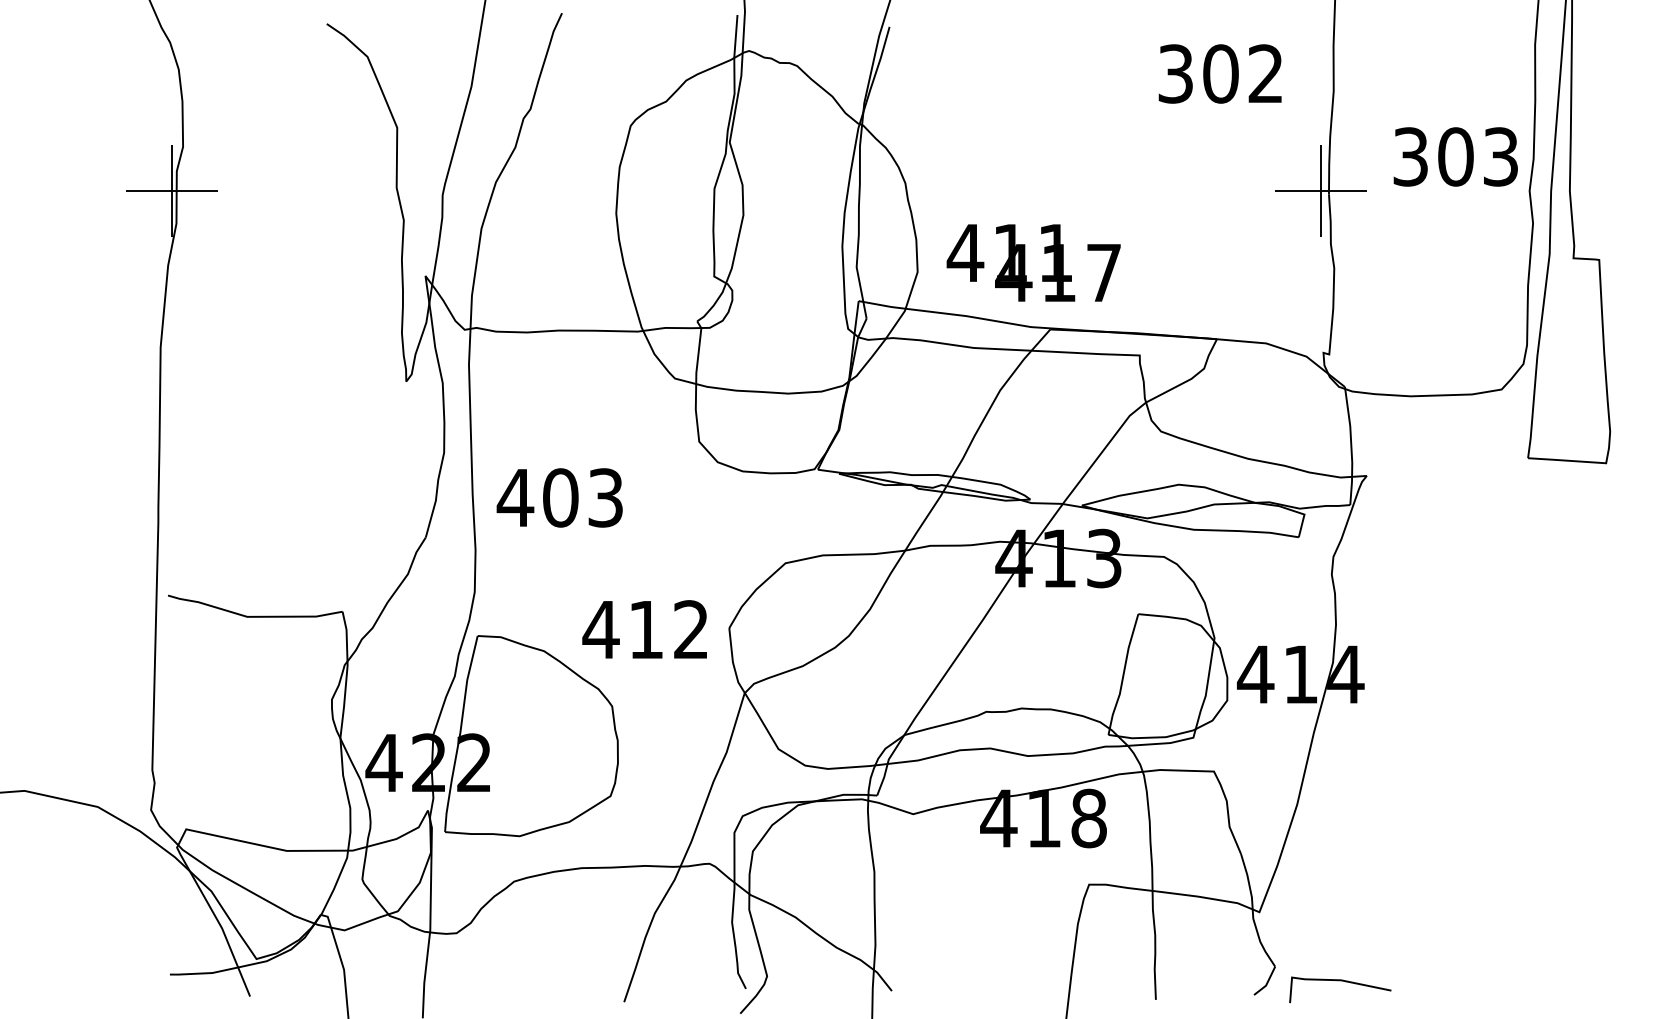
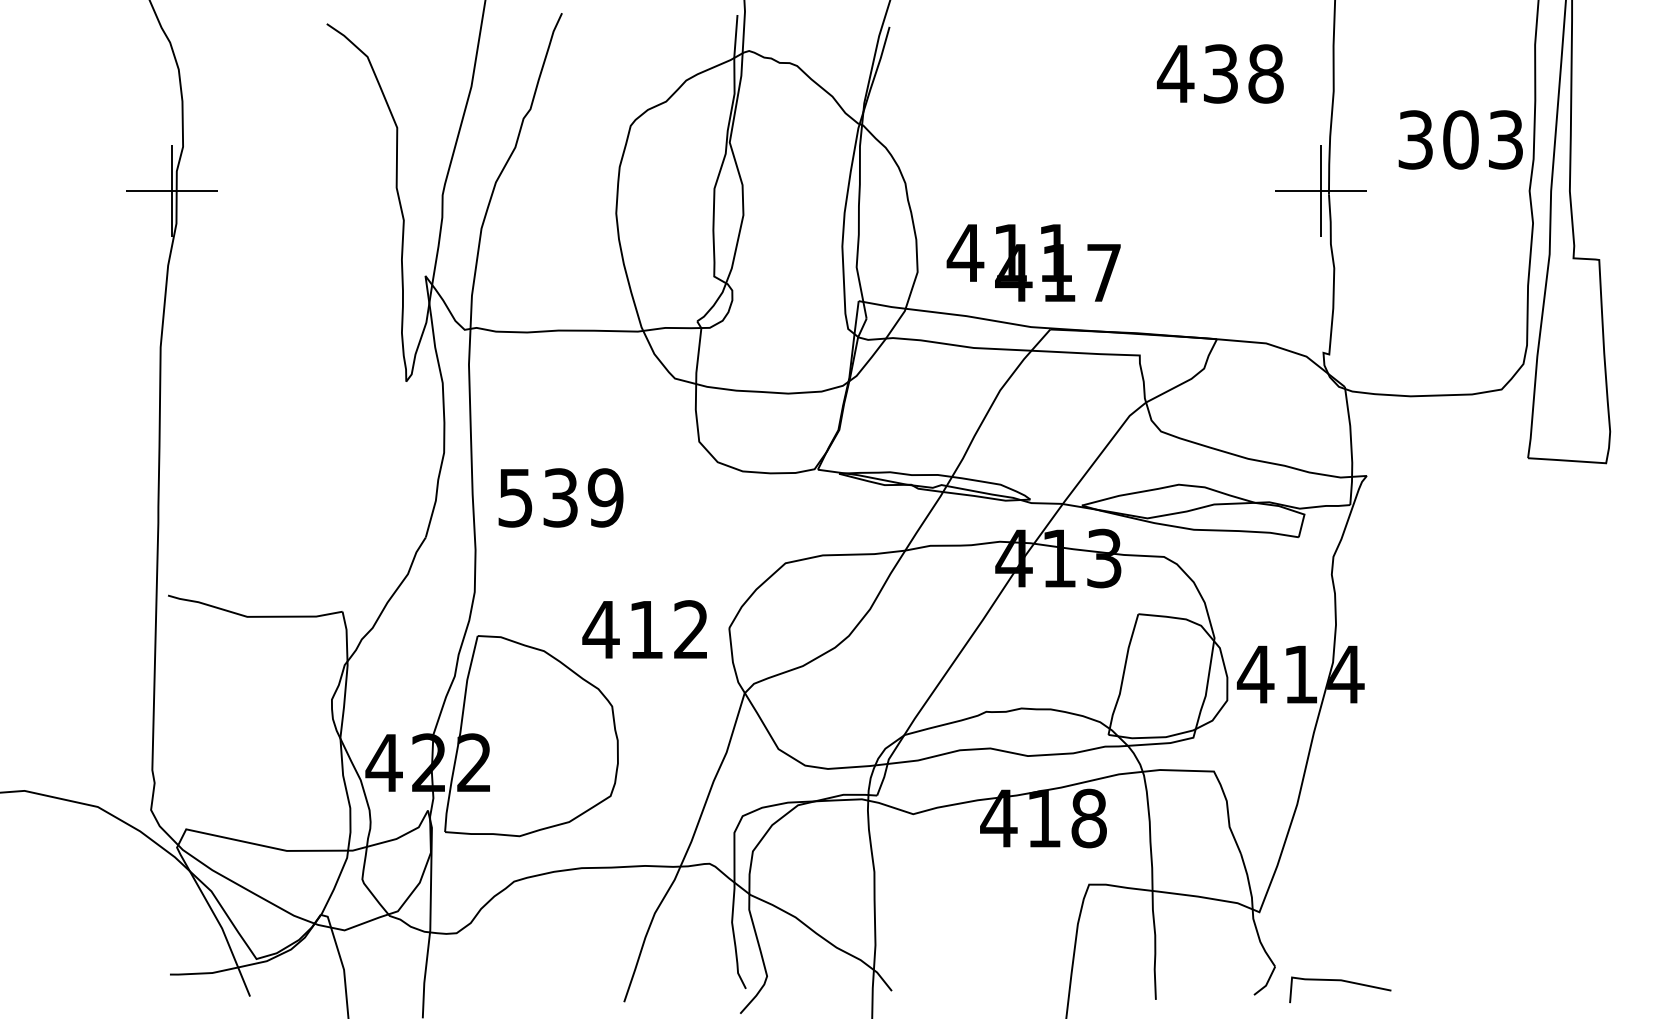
text at (1219, 73): 302 -> 438
text at (1455, 156) position: (1455, 156) -> (1460, 139)
text at (559, 497): 403 -> 539
